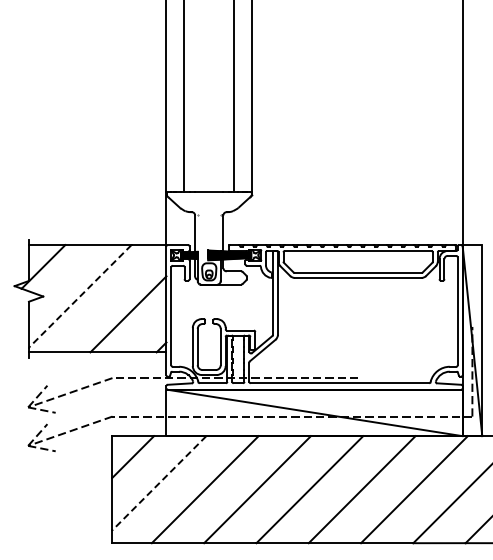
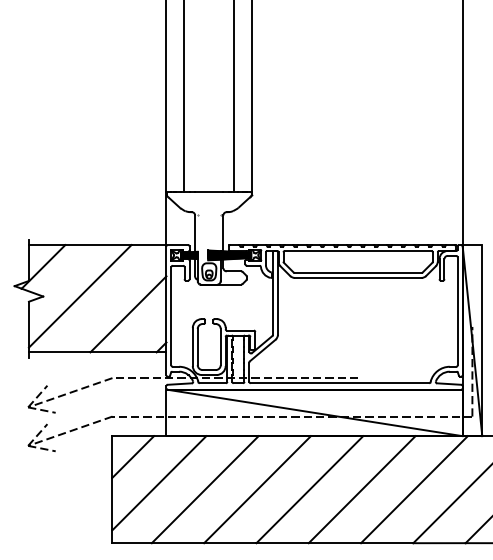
line at (80, 296): dashed -> solid
line at (159, 483): dashed -> solid
